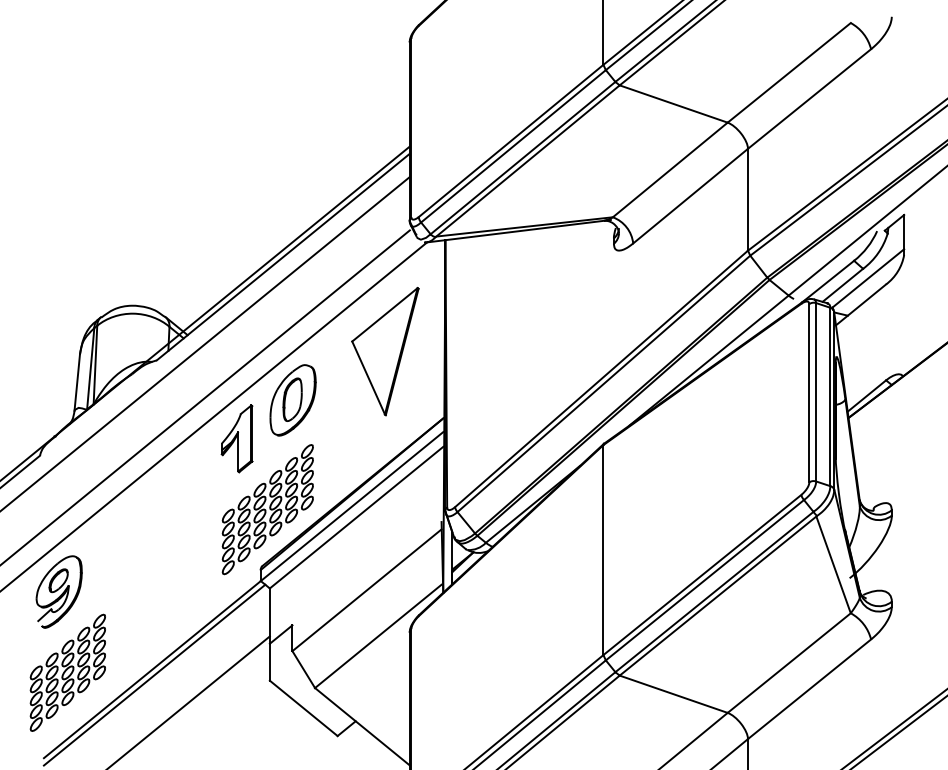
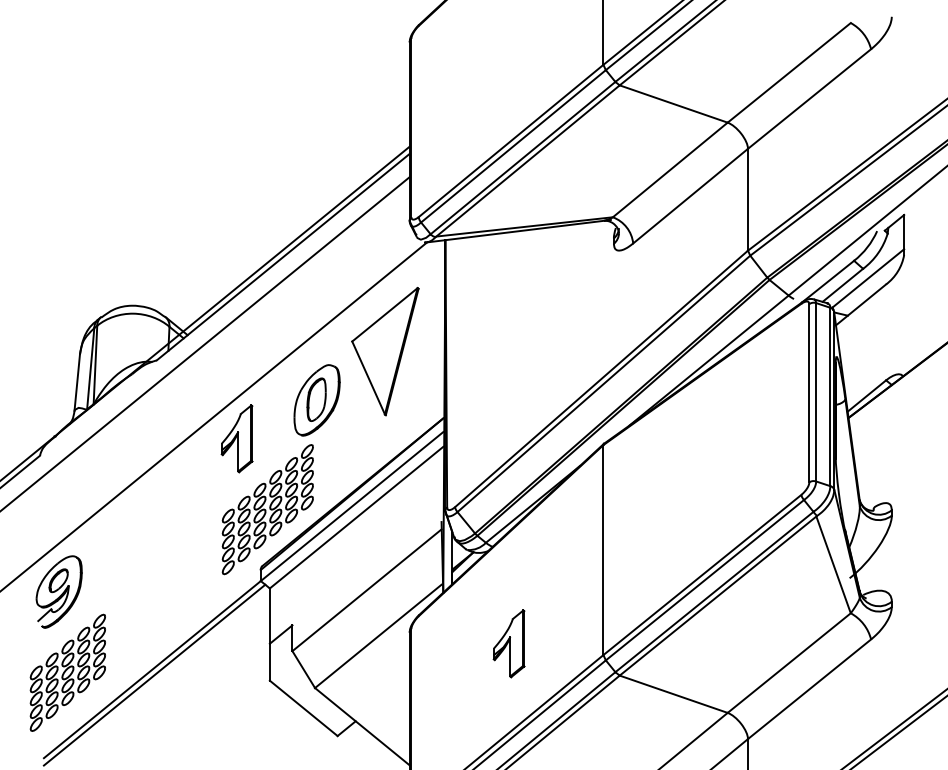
line at (205, 396): present -> none
part at (292, 400) position: (292, 400) -> (316, 400)
part at (508, 643): none -> present
line at (189, 701): present -> none
